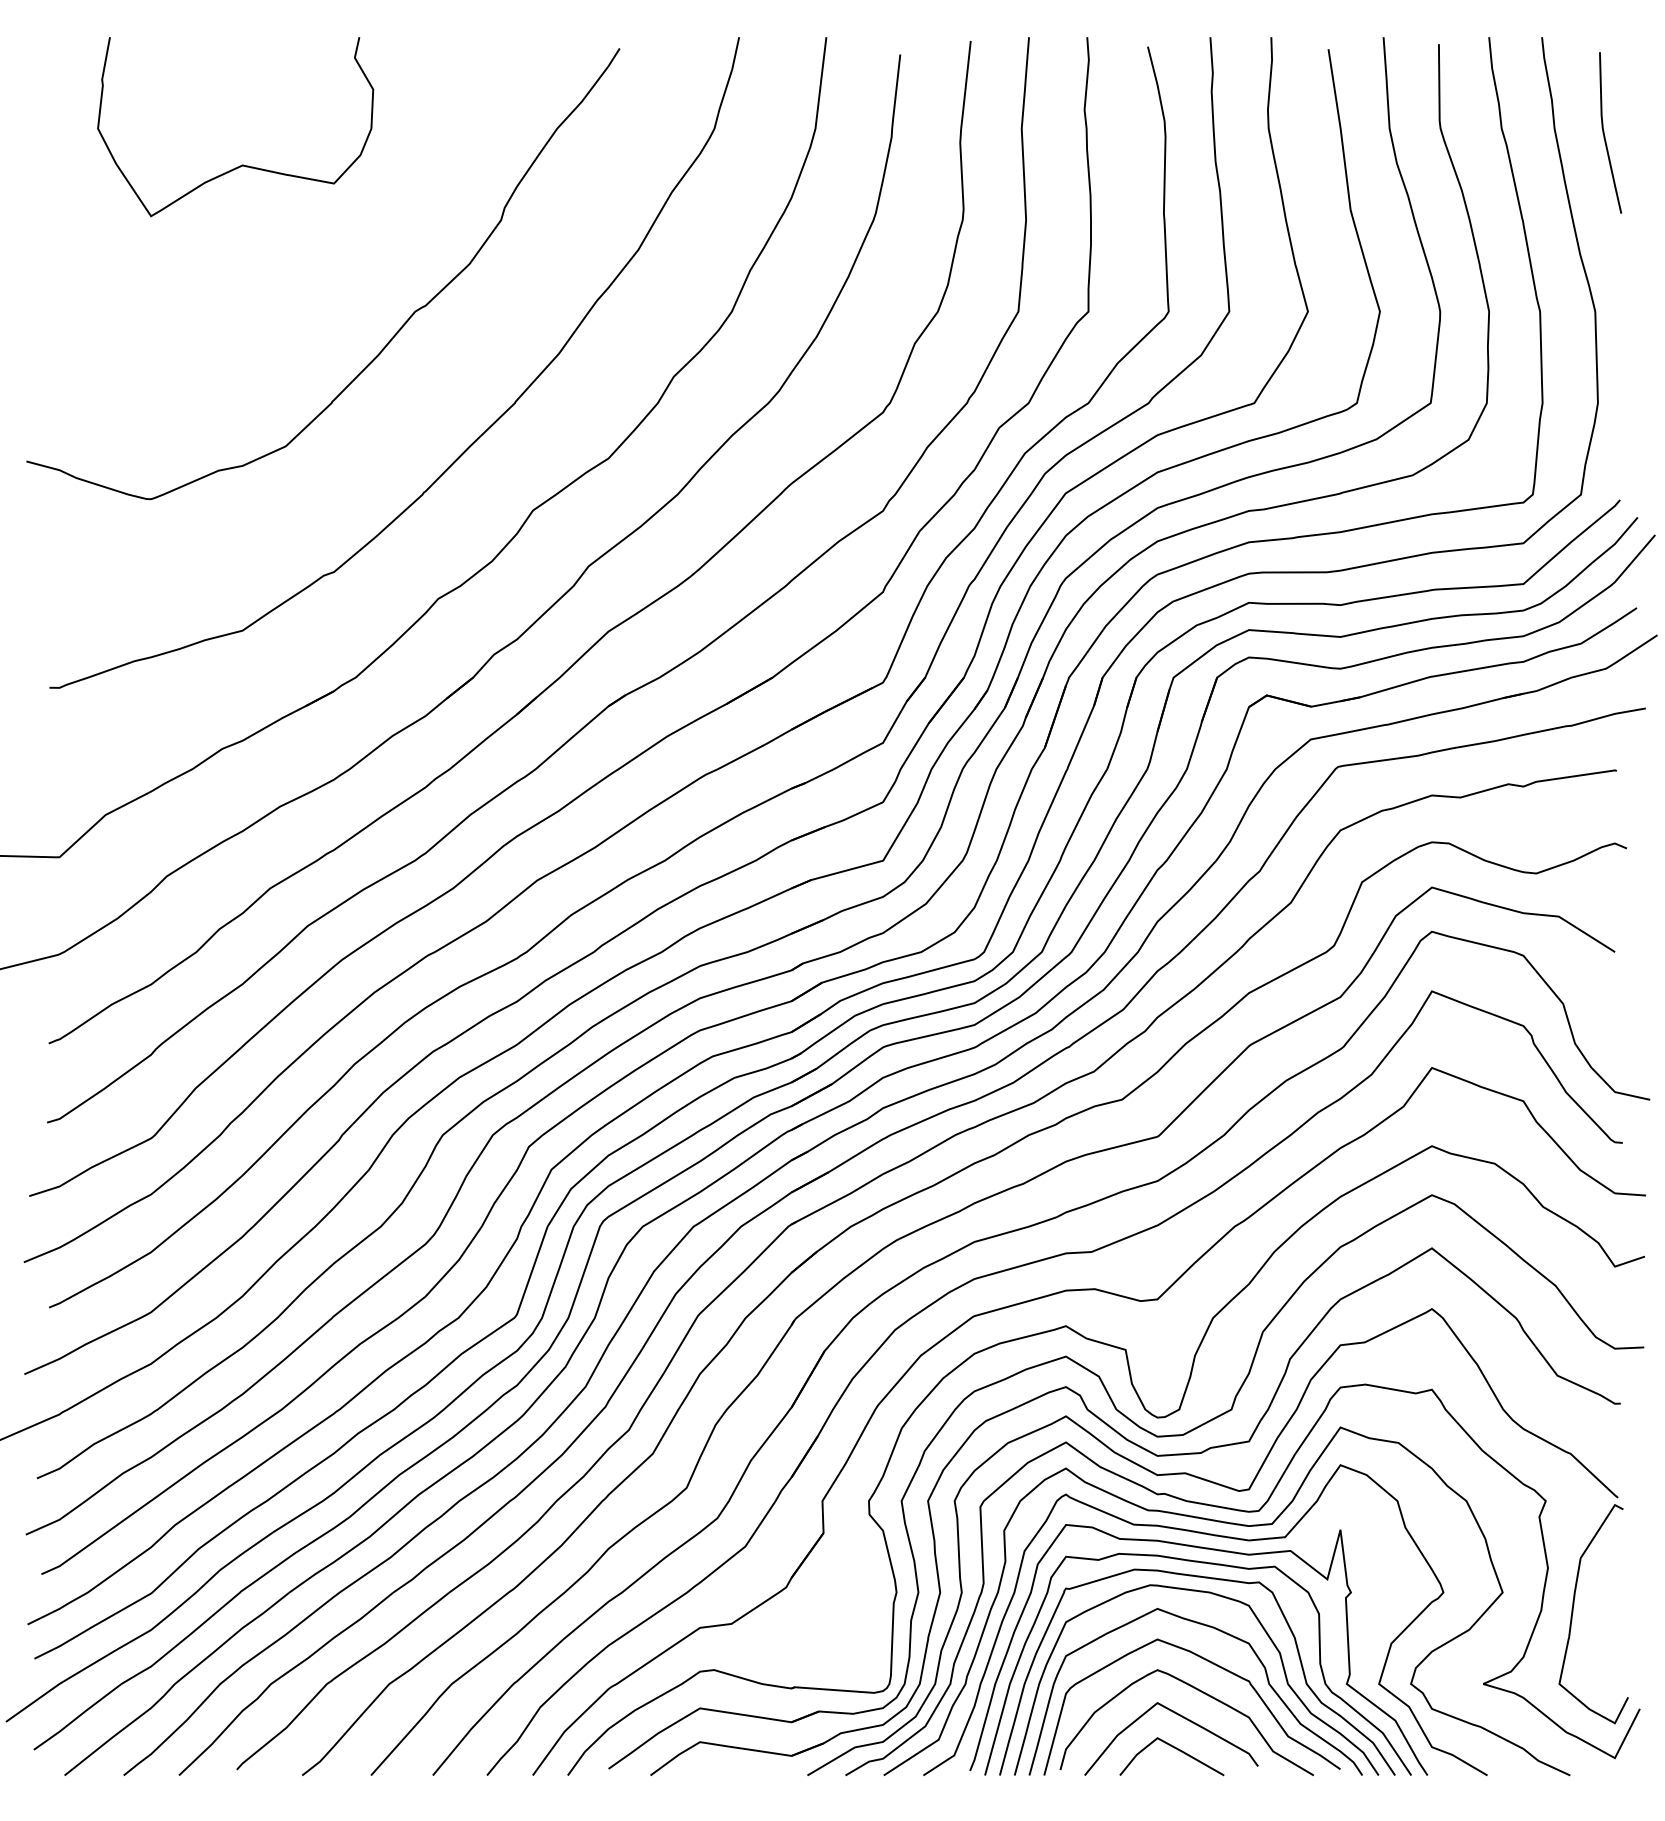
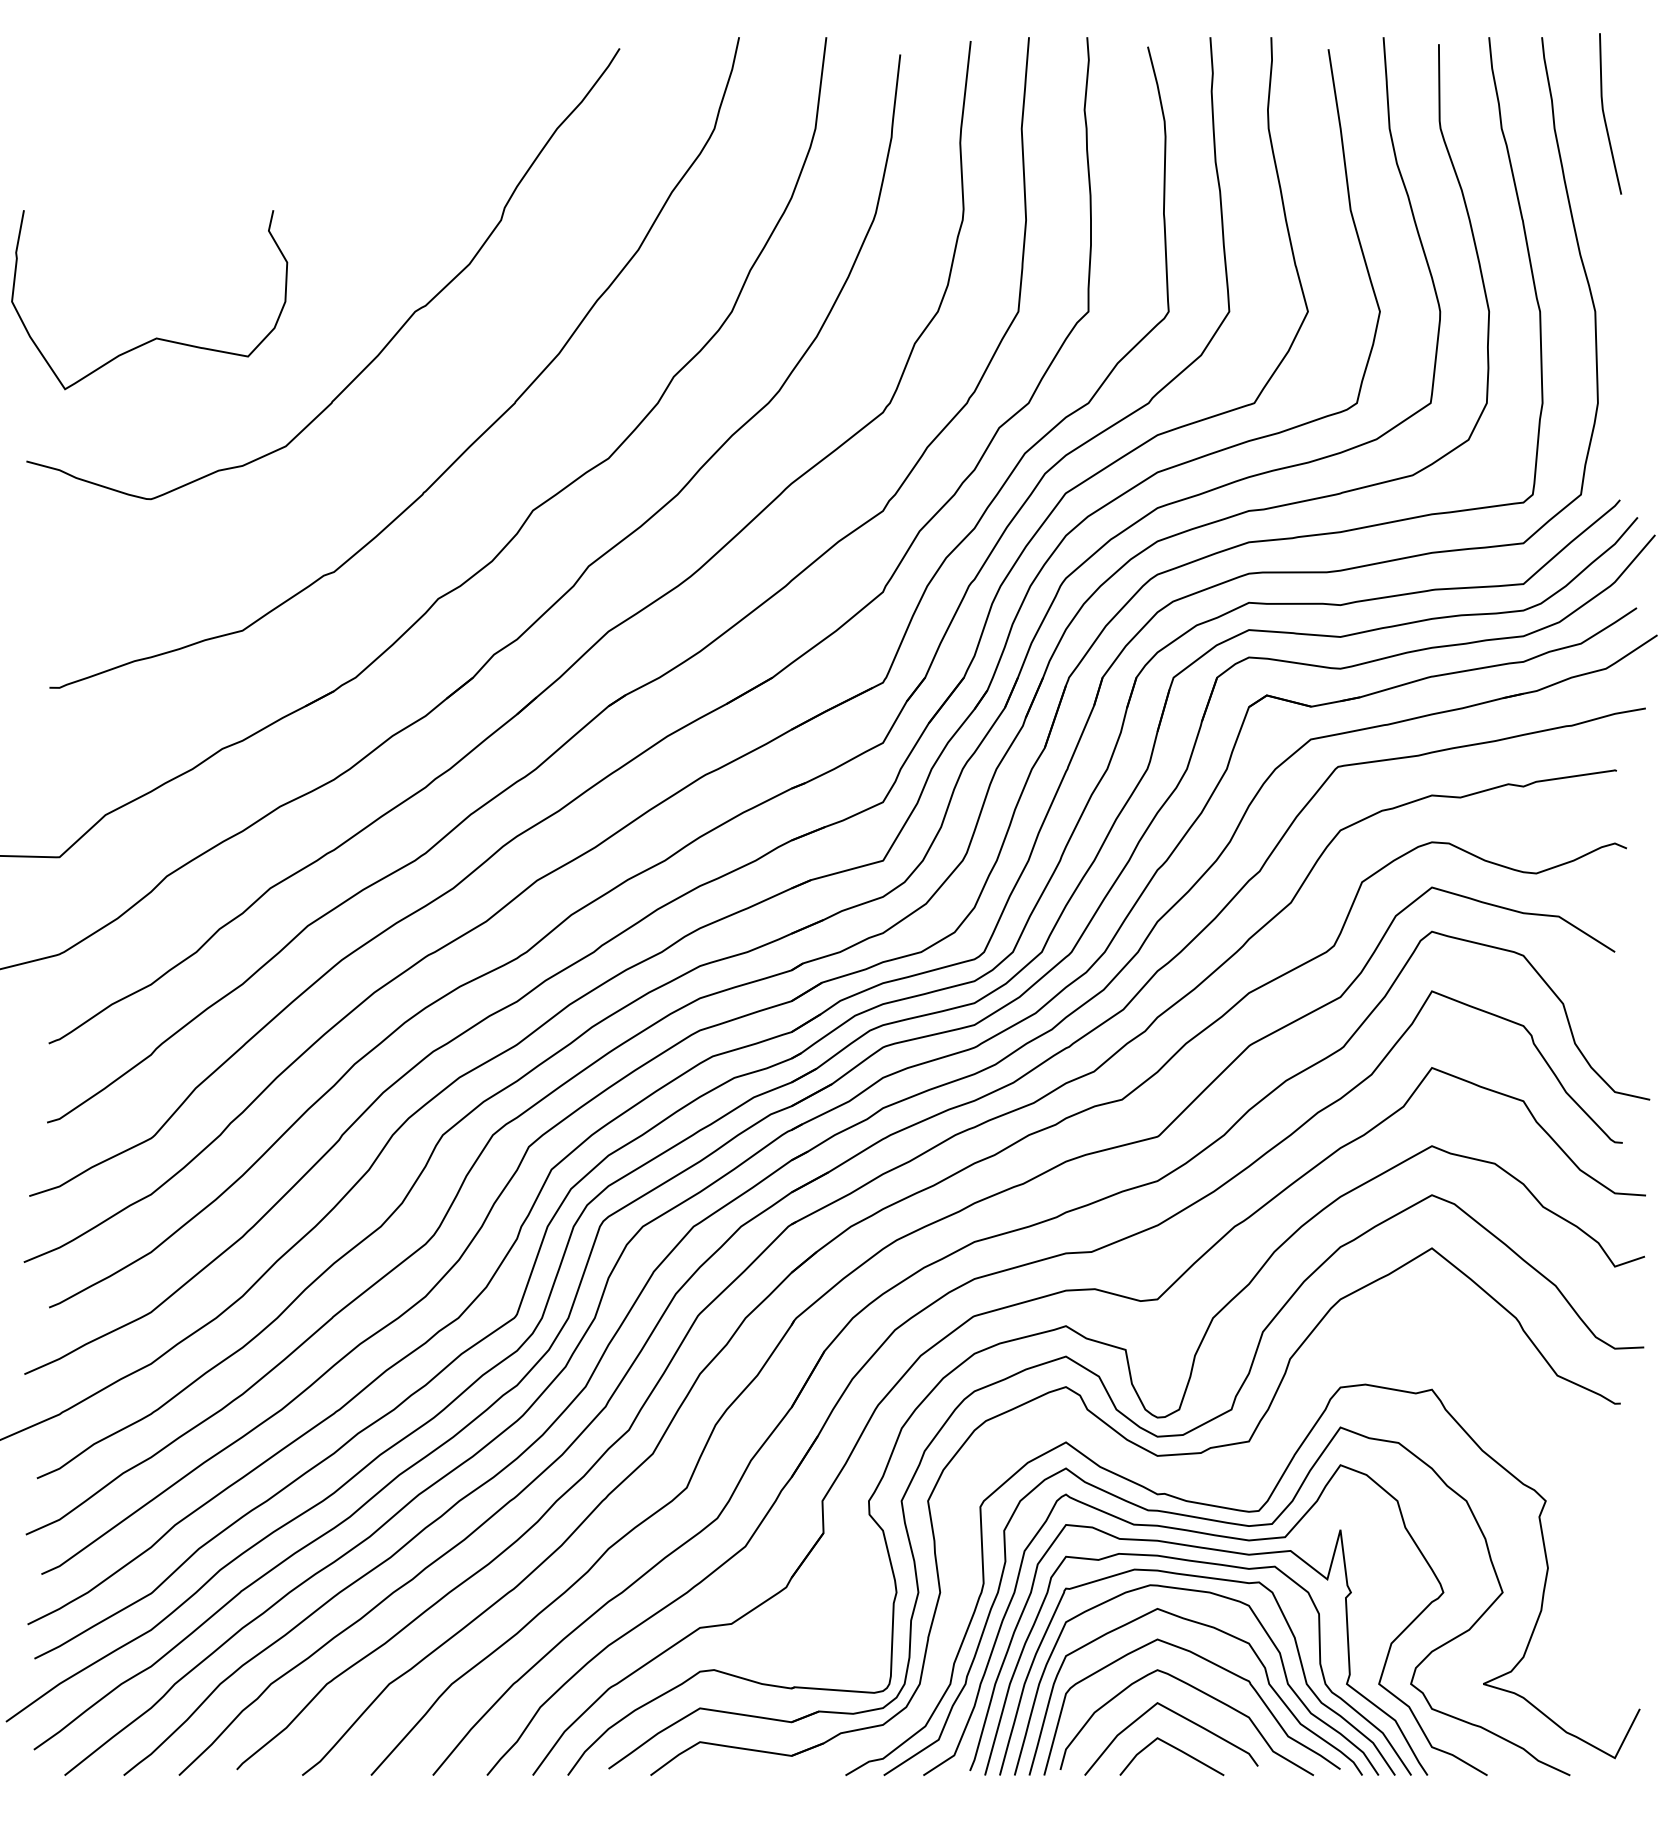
curve at (1605, 135) position: (1605, 135) -> (1605, 116)
curve at (242, 164) position: (242, 164) -> (156, 337)
part at (1233, 1490): present -> none
